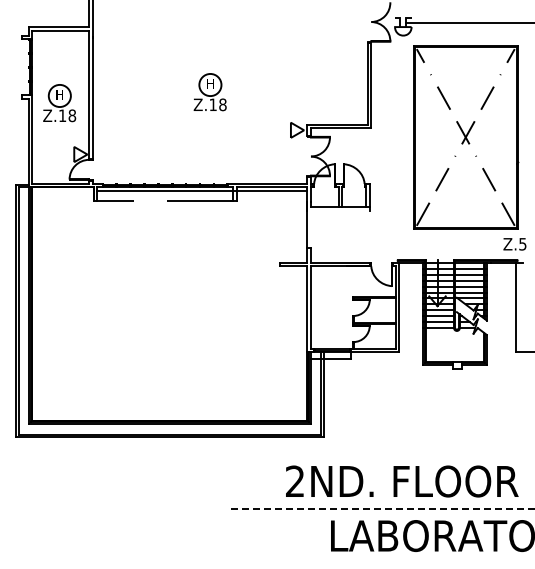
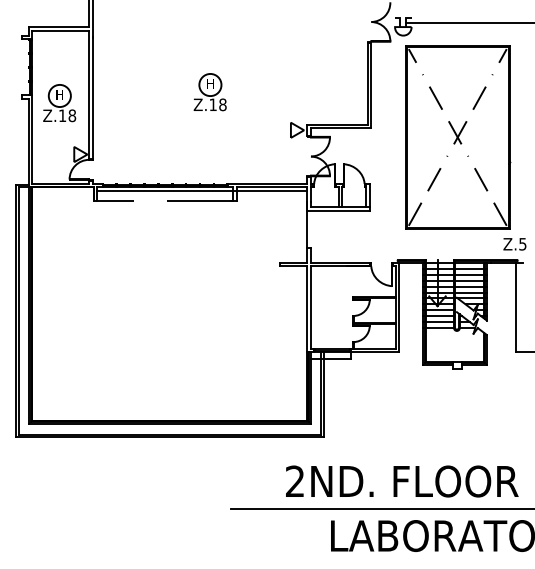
part at (466, 137) position: (466, 137) -> (458, 137)
line at (338, 210): none -> present
line at (383, 508): dashed -> solid
